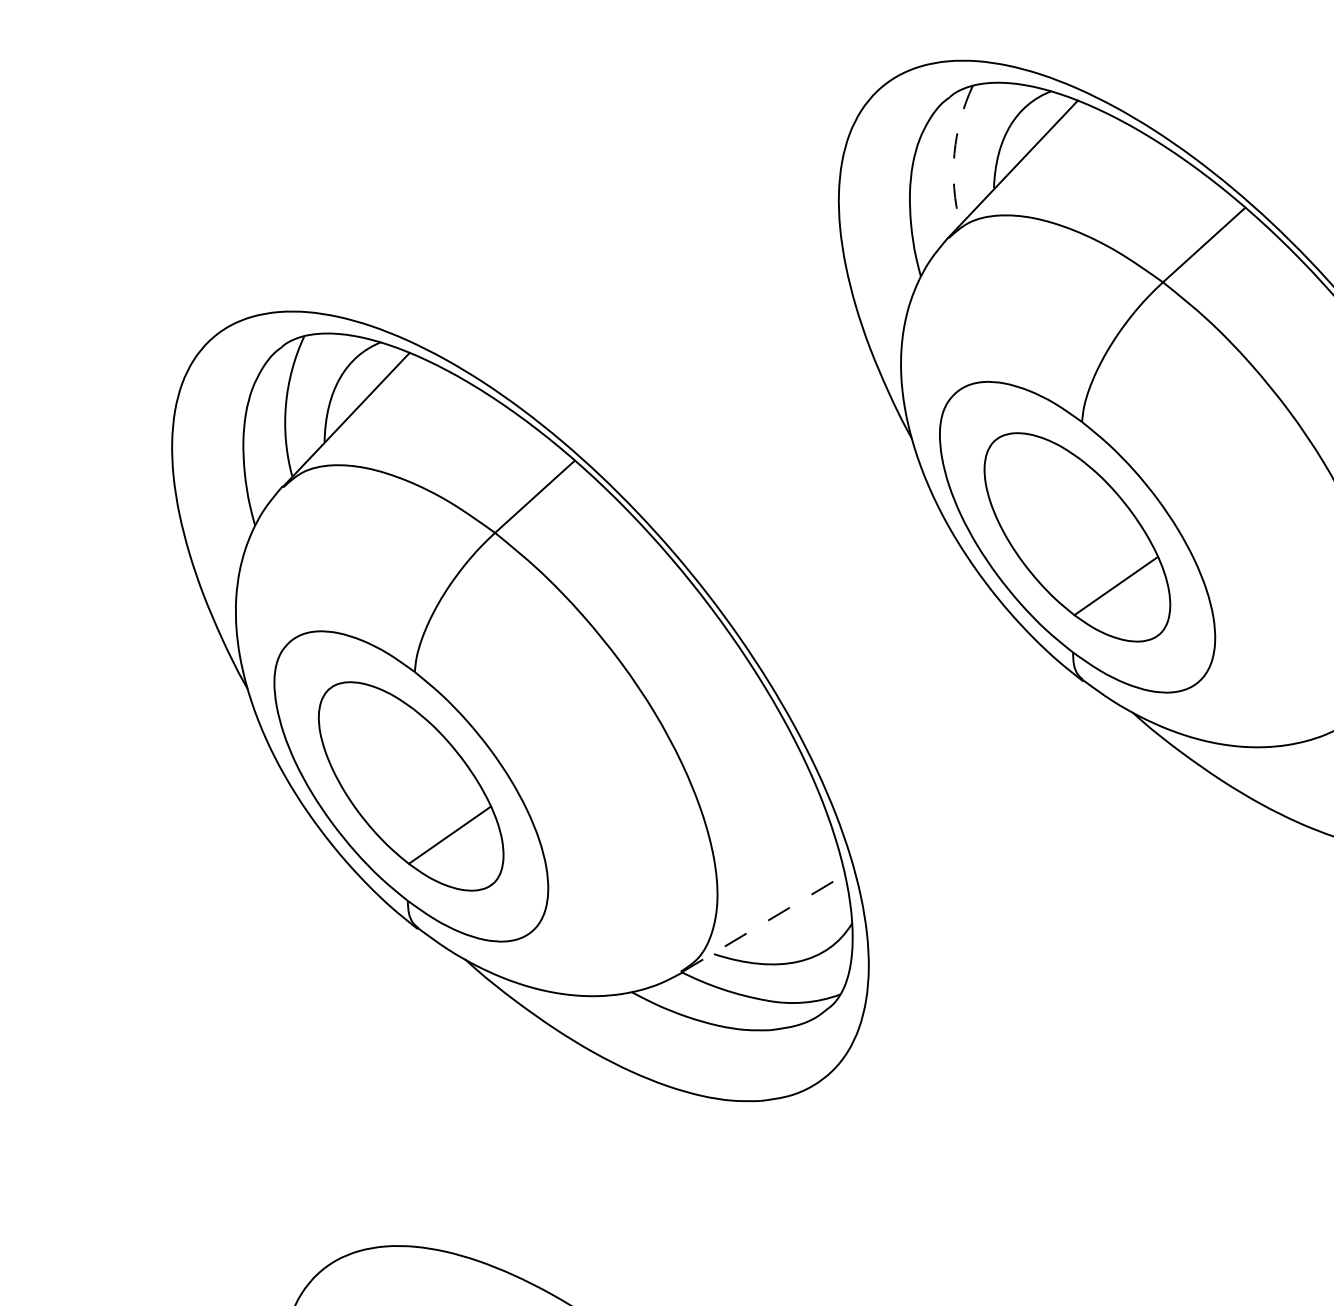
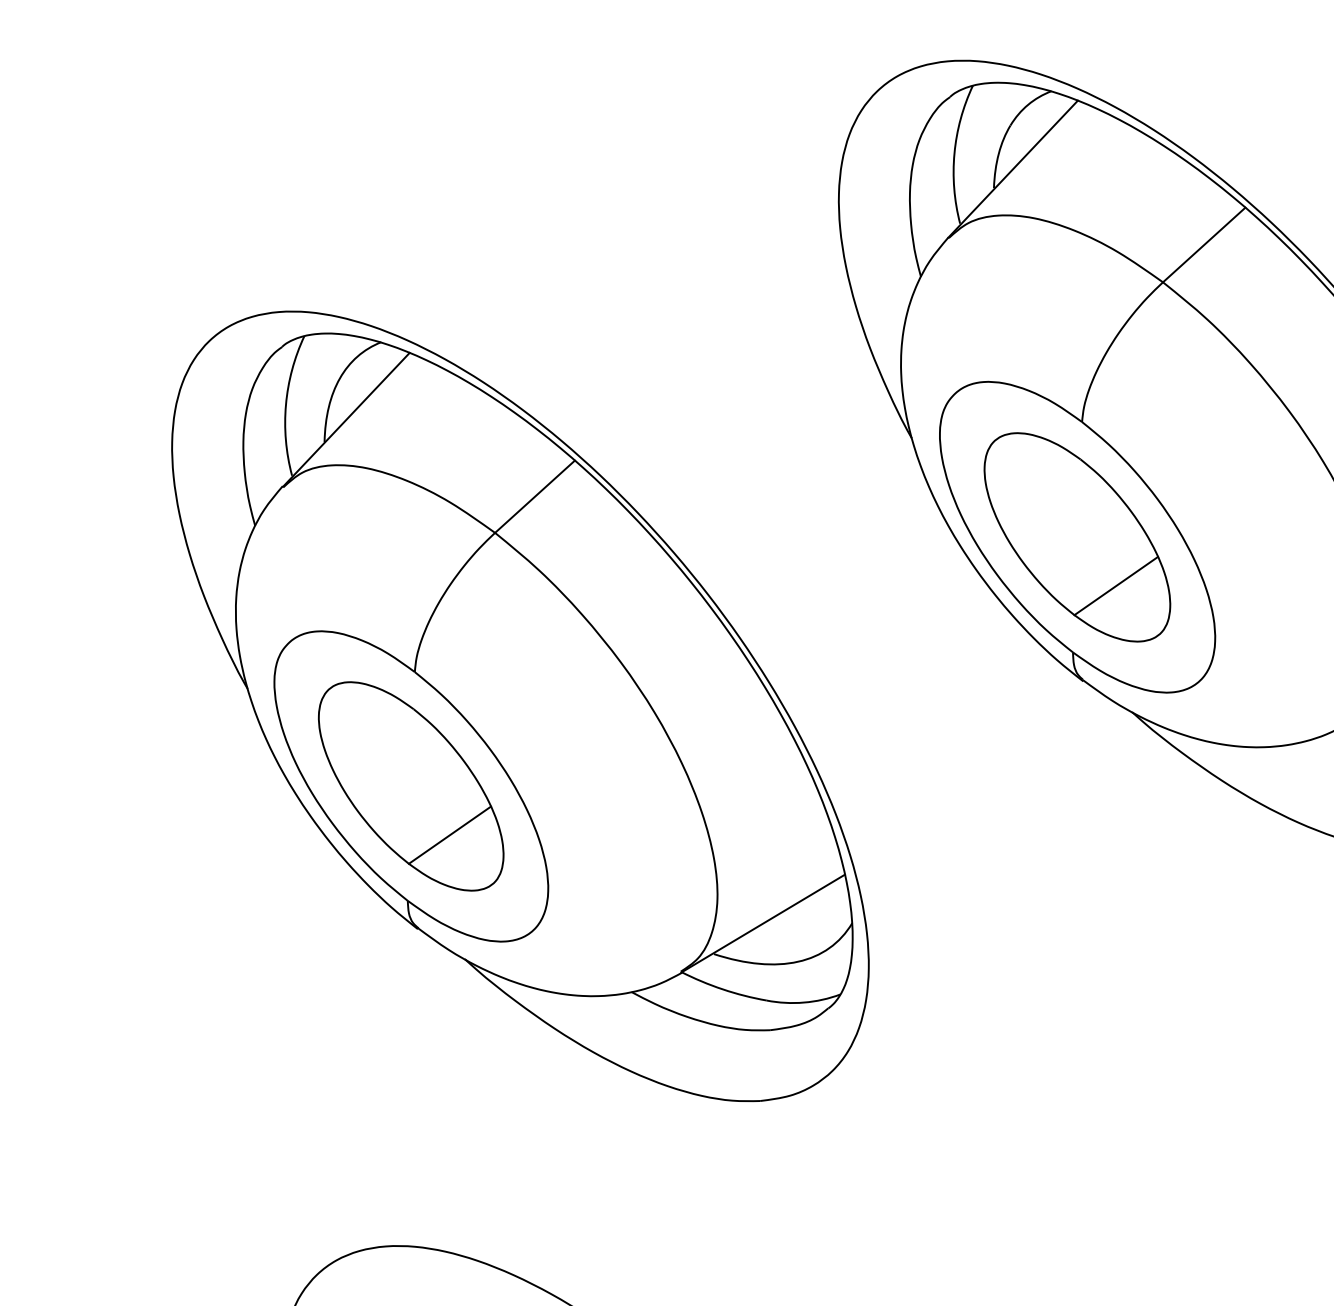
arc at (954, 153): dashed -> solid
line at (763, 923): dashed -> solid
